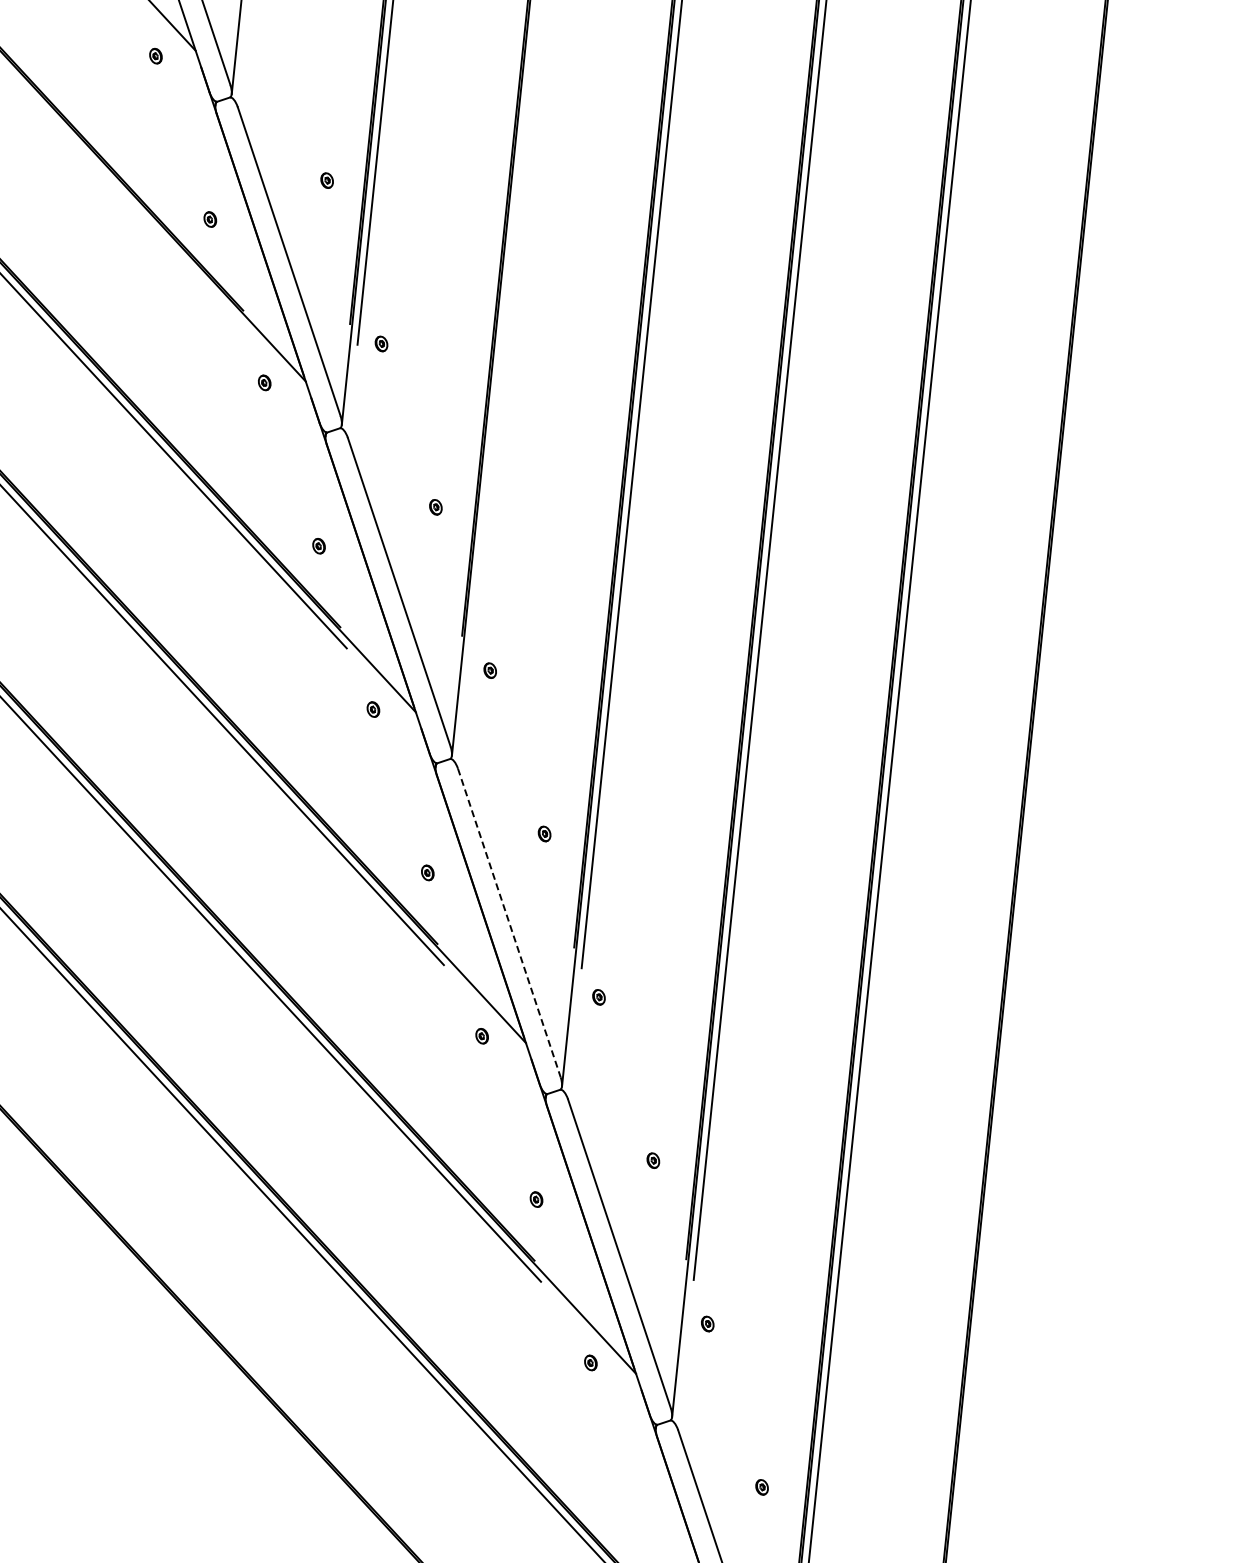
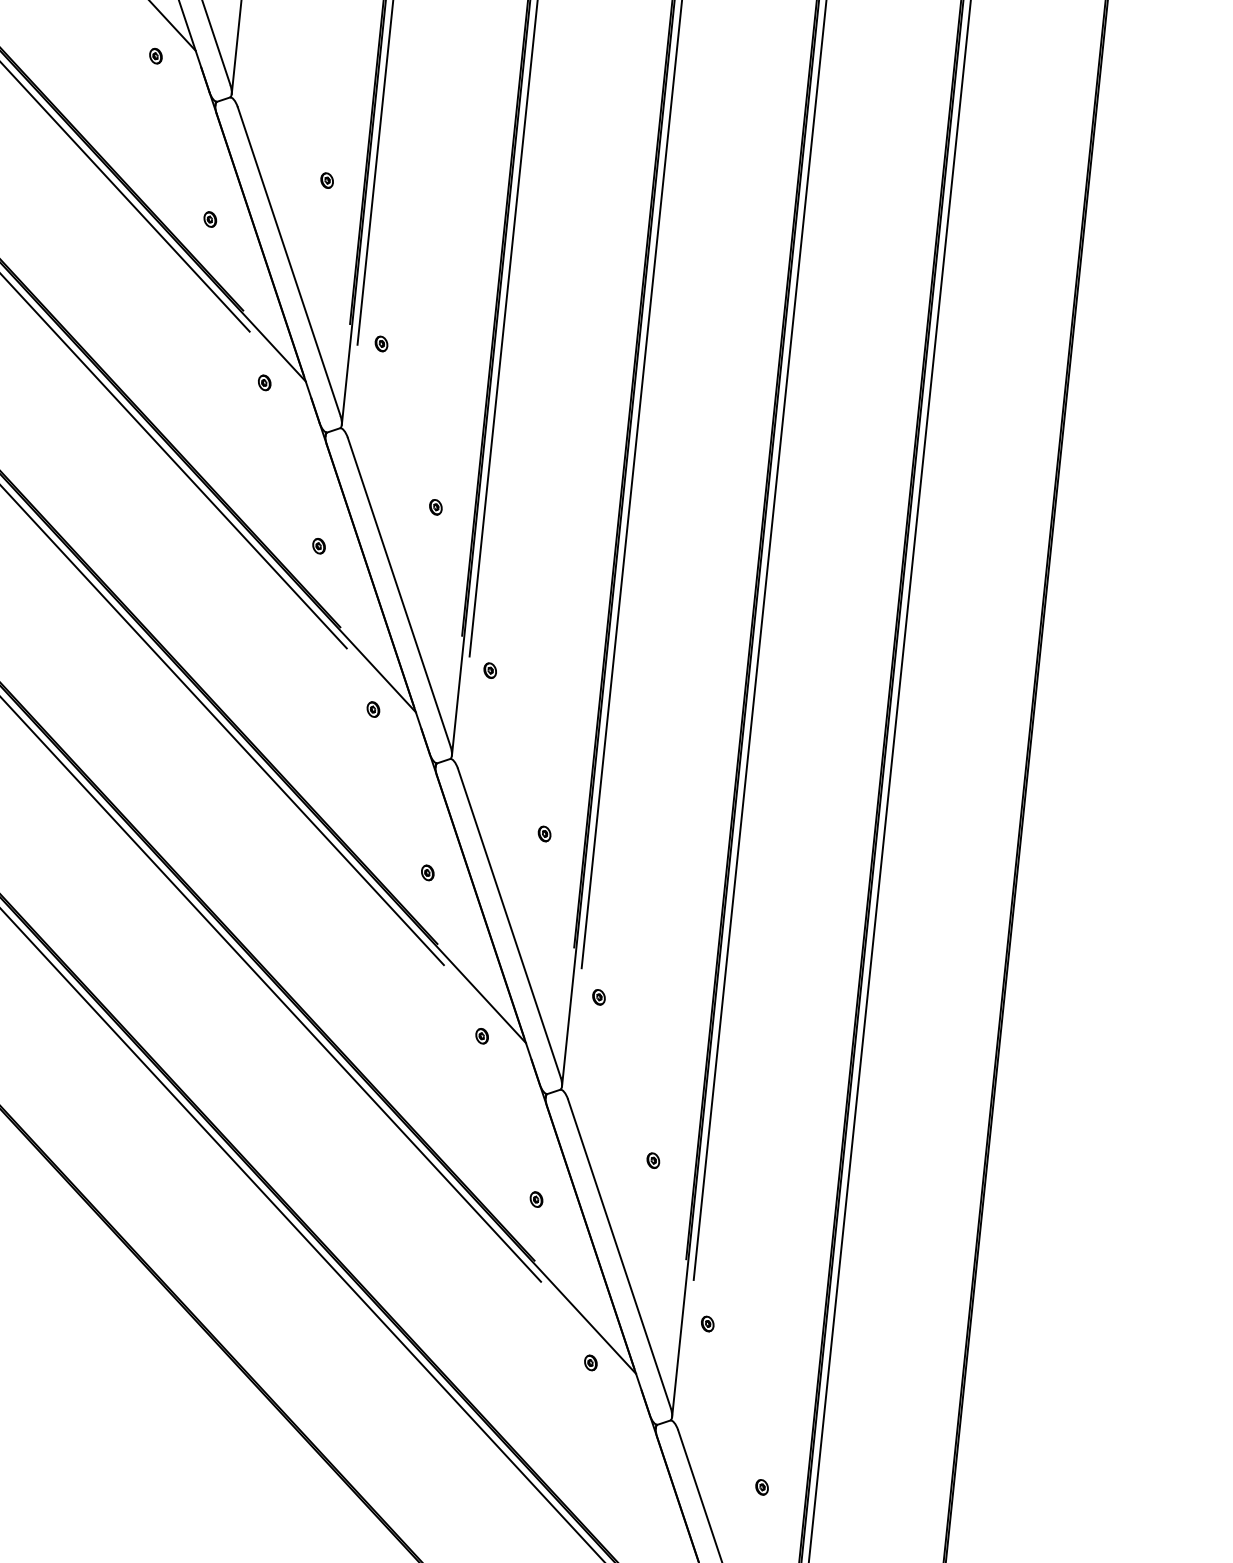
line at (125, 197): none -> present
line at (503, 329): none -> present
line at (509, 923): dashed -> solid
